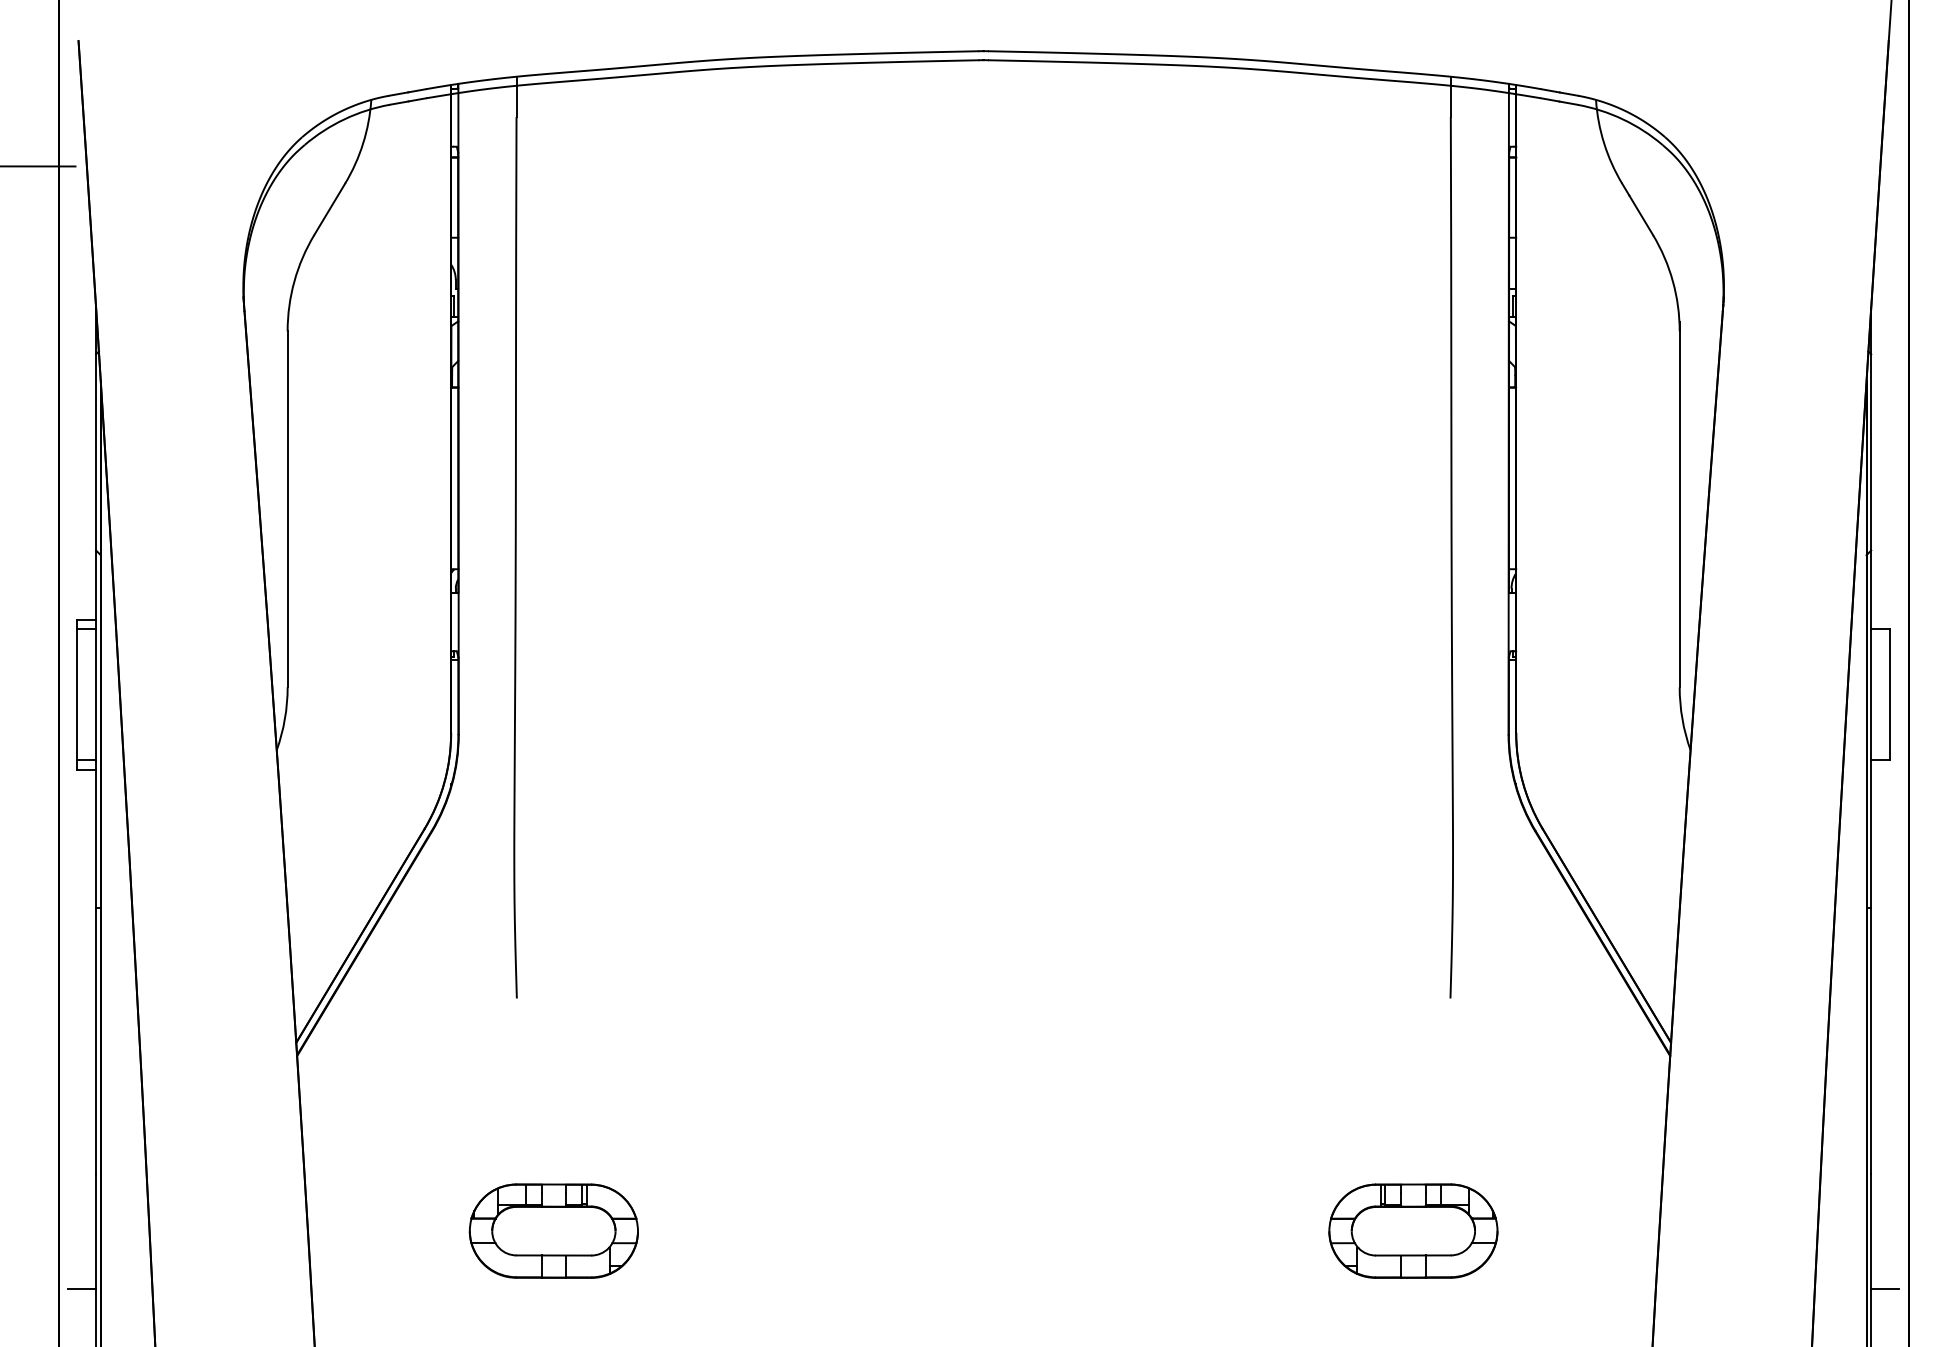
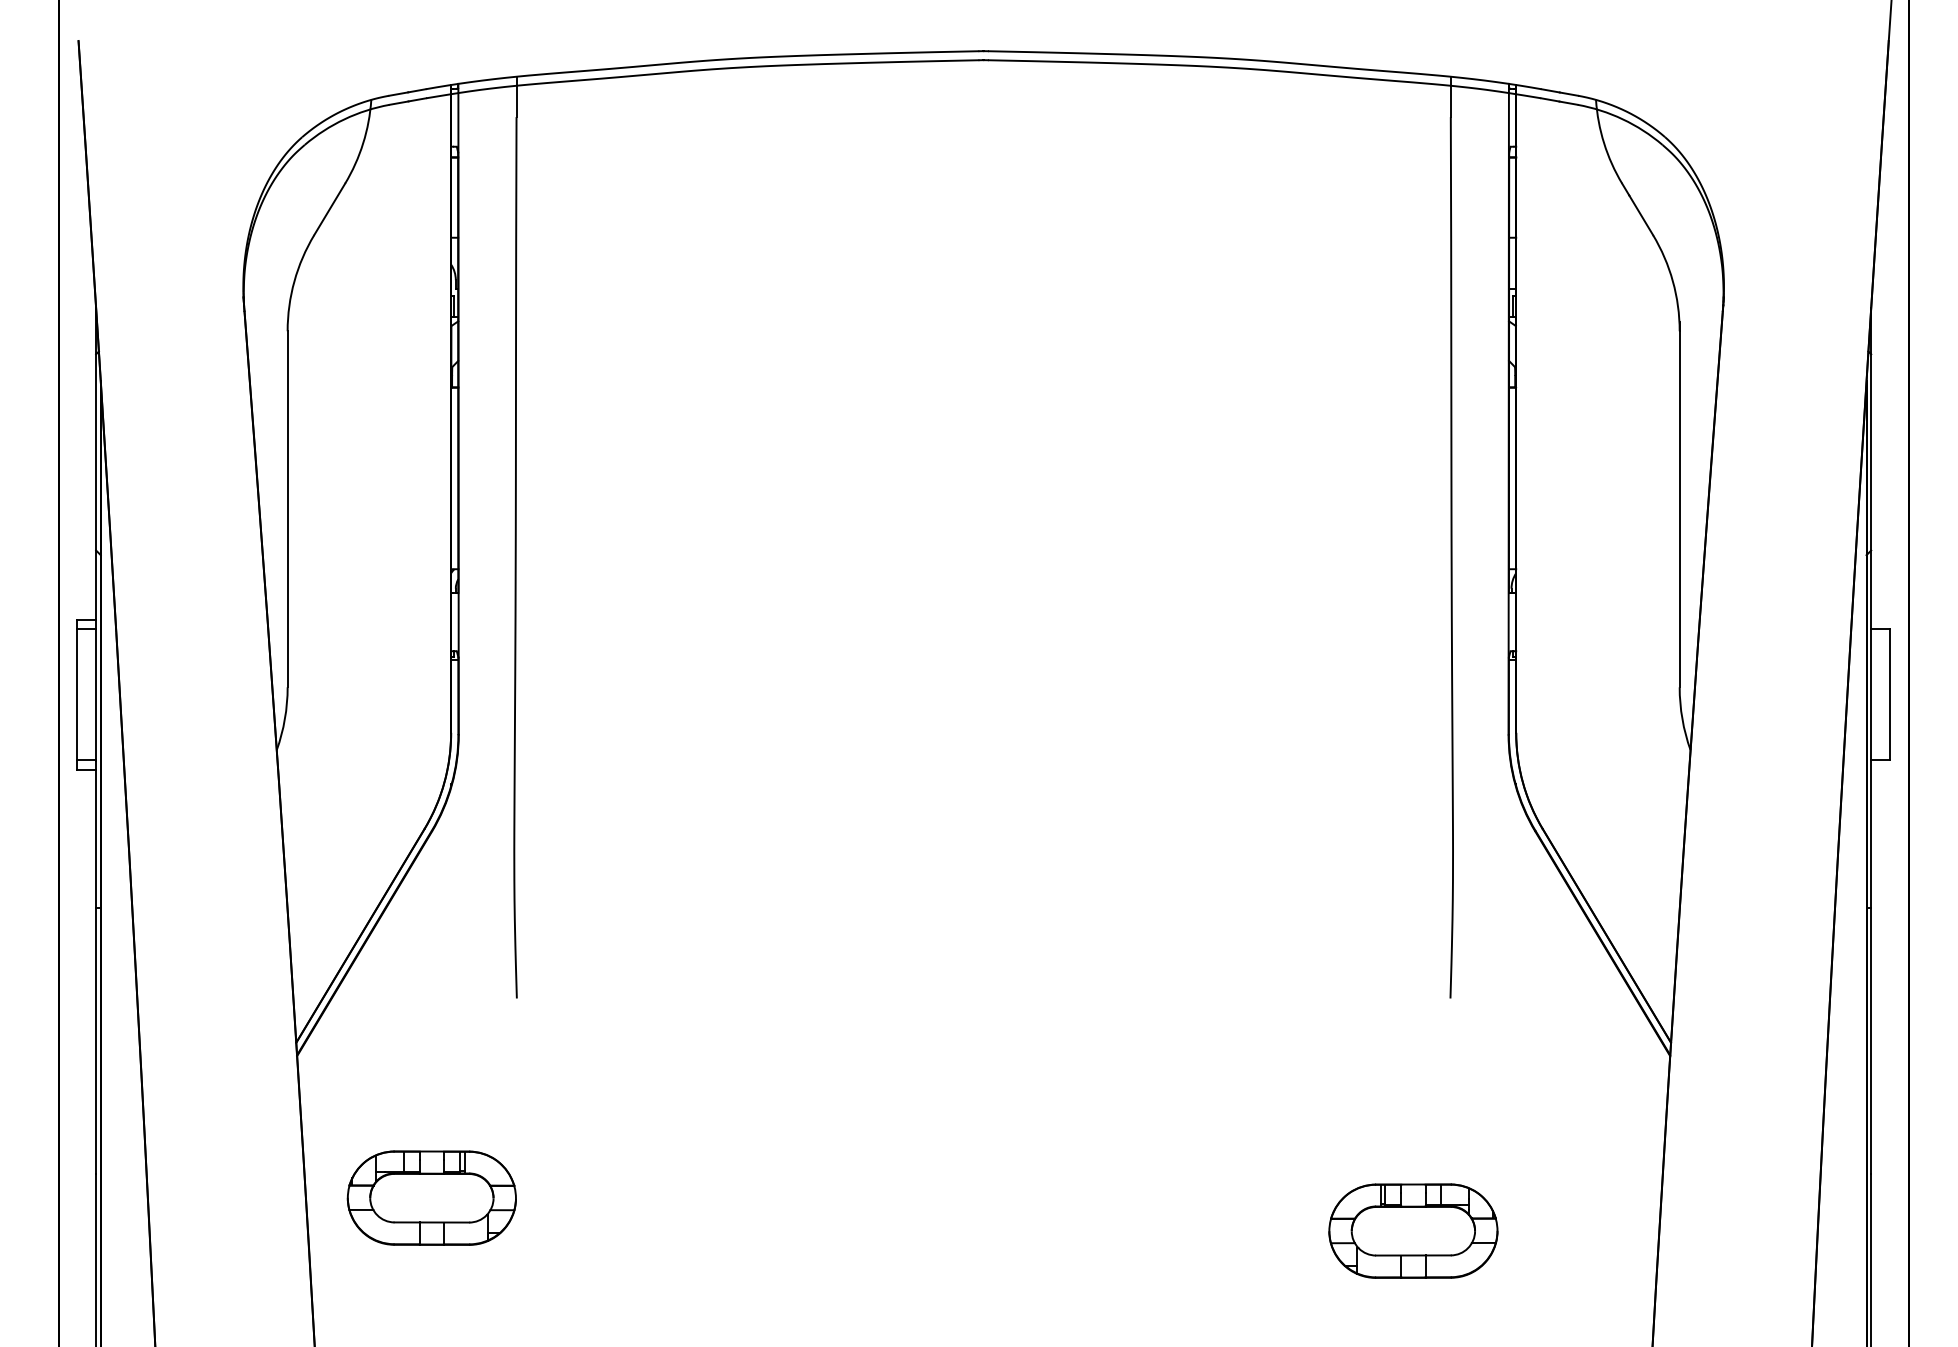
line at (38, 166): present -> none
part at (553, 1230) position: (553, 1230) -> (431, 1197)
line at (82, 1289): present -> none
line at (1885, 1289): present -> none
